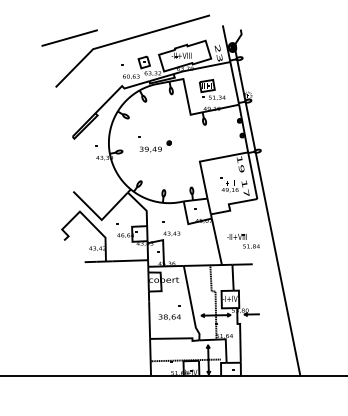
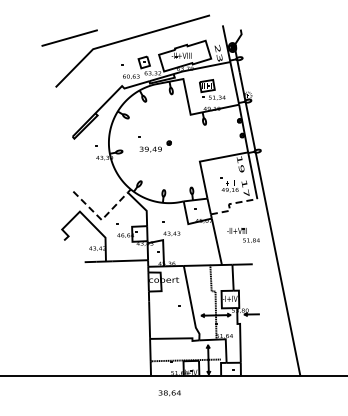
line at (228, 204): solid -> dashed
line at (101, 219): solid -> dashed
part at (243, 241) position: (243, 241) -> (243, 235)
text at (169, 317) position: (169, 317) -> (169, 393)
